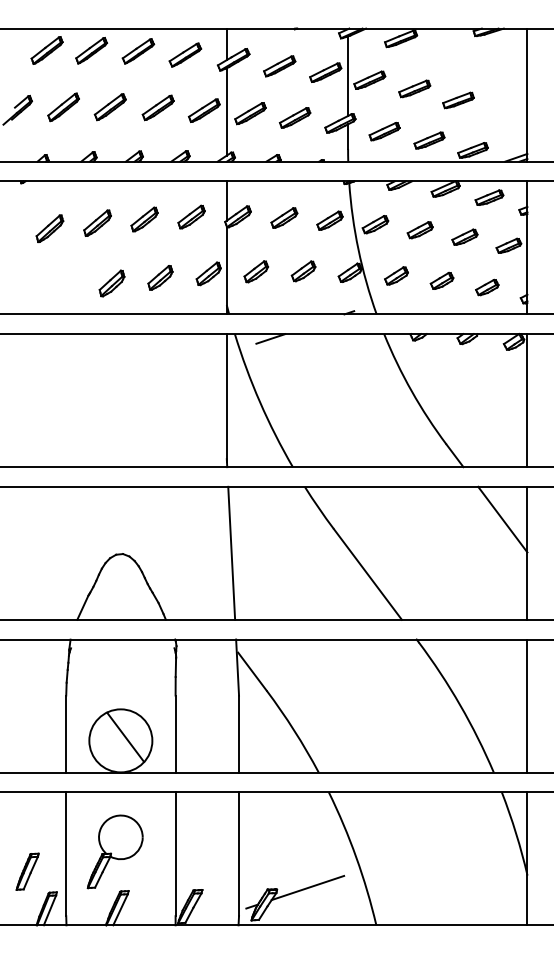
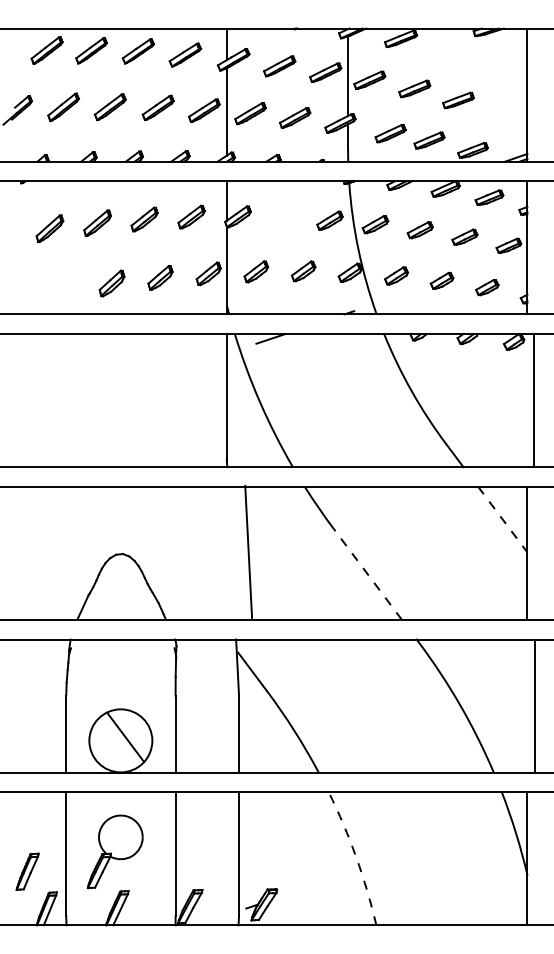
part at (384, 131) position: (384, 131) -> (390, 133)
part at (284, 217): present -> none
line at (527, 400) position: (527, 400) -> (534, 400)
line at (502, 519): solid -> dashed
line at (231, 552) position: (231, 552) -> (248, 551)
line at (367, 574): solid -> dashed
line at (527, 705) position: (527, 705) -> (535, 705)
arc at (356, 857): solid -> dashed
line at (307, 887): present -> none
